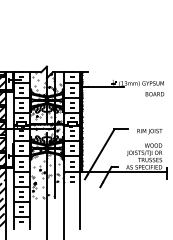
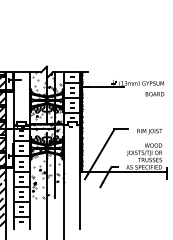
hatch at (21, 97): present -> none
hatch at (71, 153): present -> none
